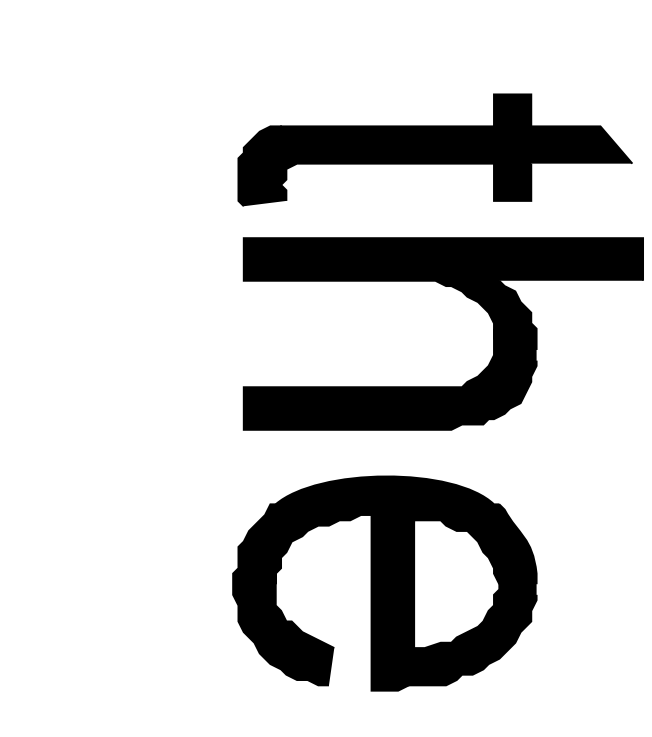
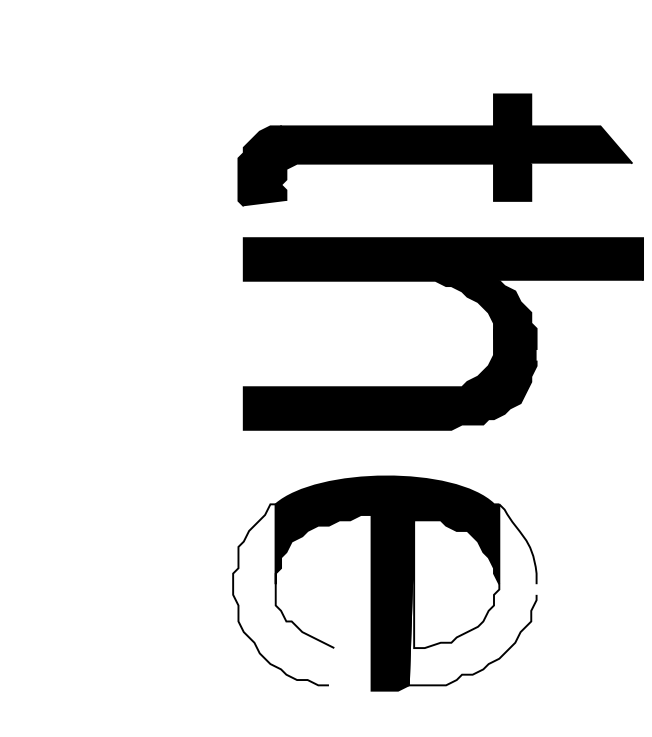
fill at (283, 594): present -> none
fill at (472, 594): present -> none
